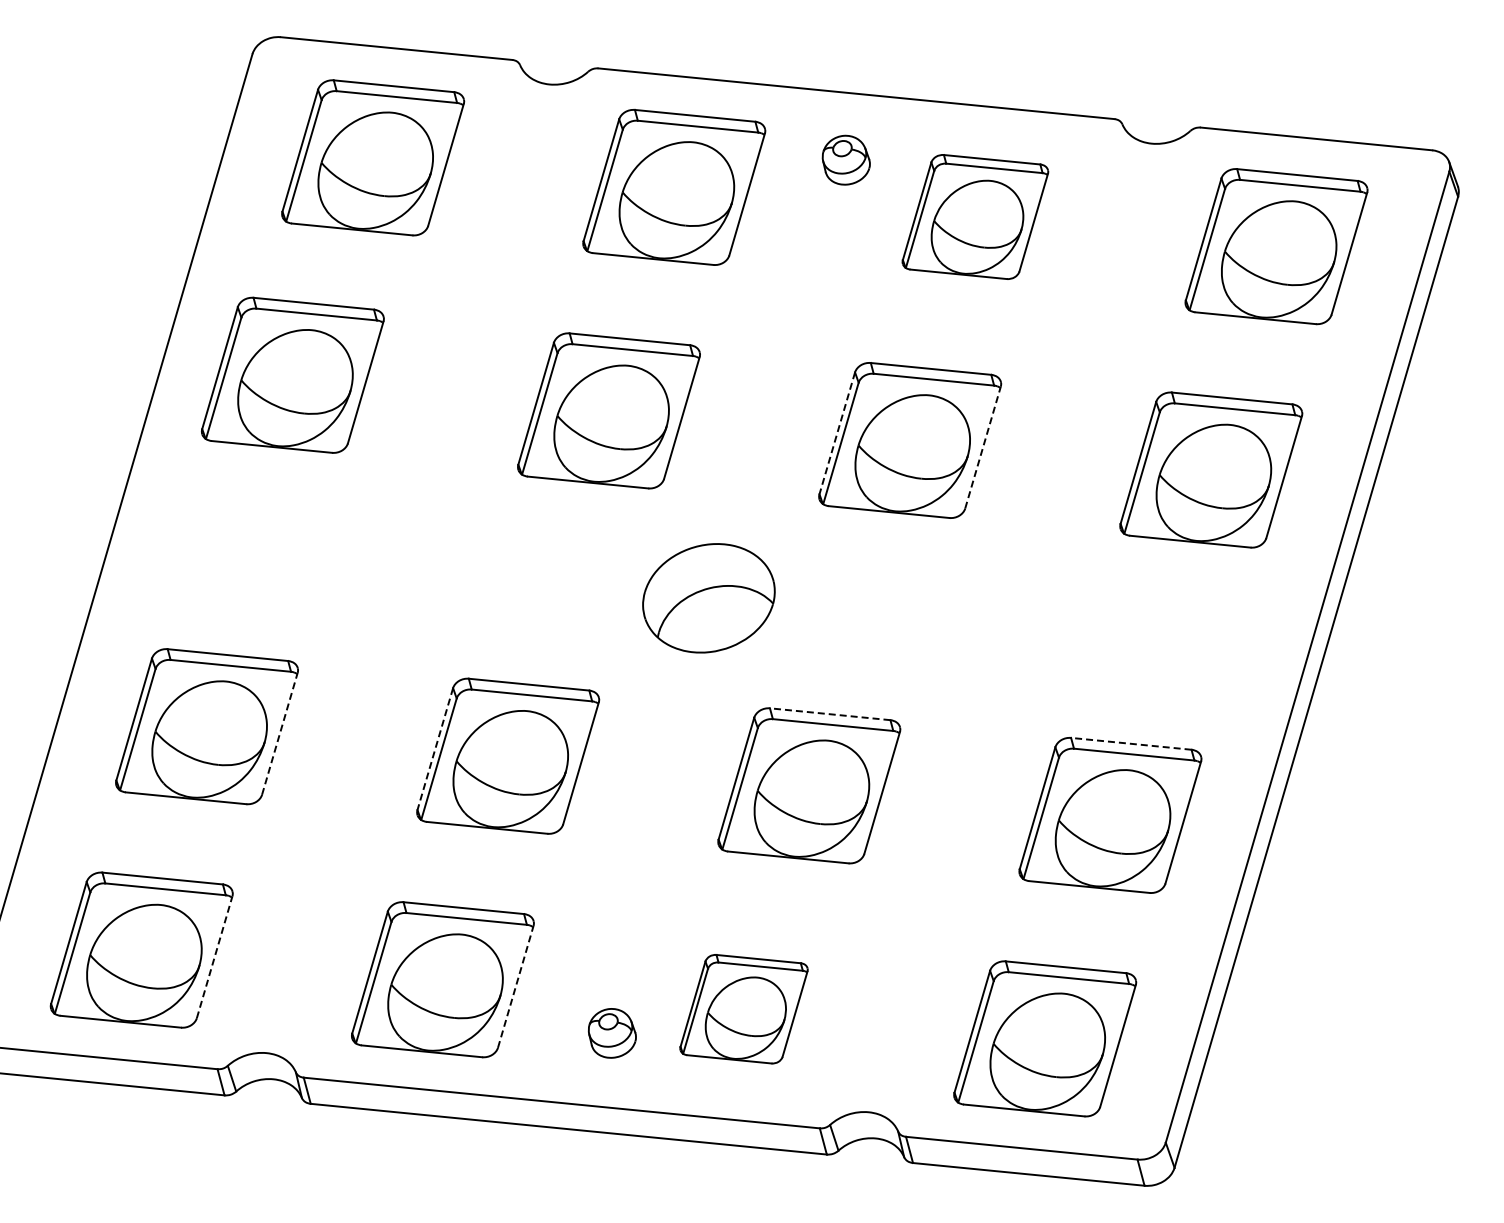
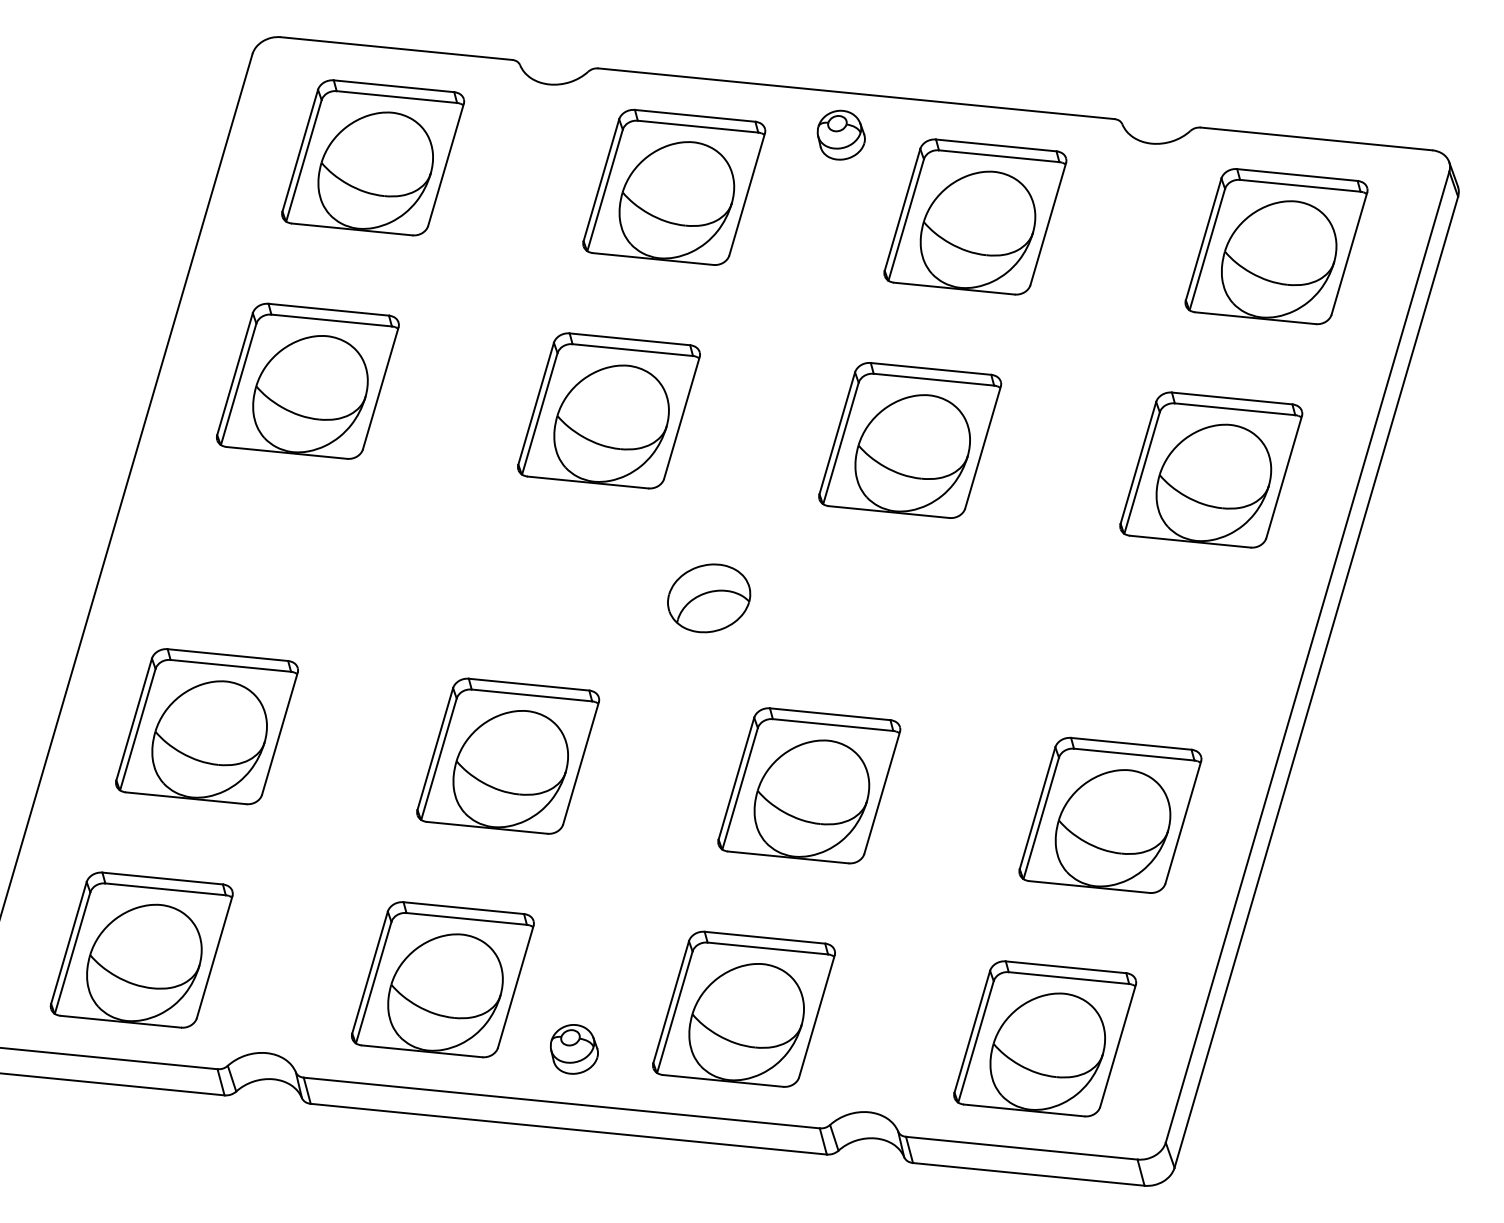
part at (845, 159) position: (845, 159) -> (840, 134)
part at (975, 216) size: 149x126 px -> 185x158 px
part at (292, 374) position: (292, 374) -> (307, 380)
line at (837, 433): dashed -> solid
line at (983, 447): dashed -> solid
part at (708, 598) size: 134x111 px -> 85x71 px
line at (830, 714): dashed -> solid
line at (280, 733): dashed -> solid
line at (1131, 743): dashed -> solid
line at (435, 749): dashed -> solid
line at (214, 956): dashed -> solid
line at (515, 986): dashed -> solid
part at (743, 1009) size: 130x111 px -> 184x158 px
part at (611, 1033) position: (611, 1033) -> (573, 1049)
